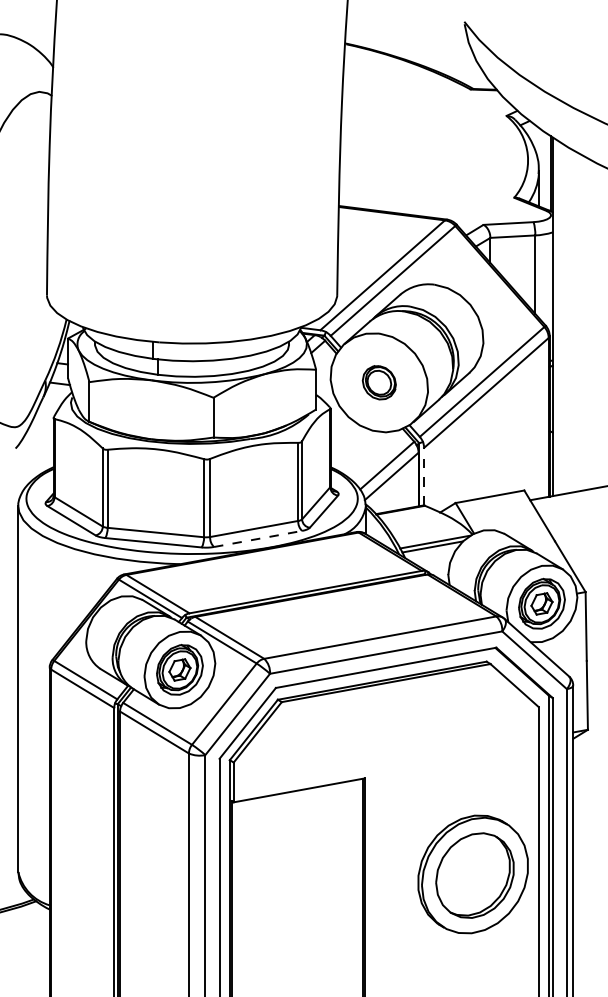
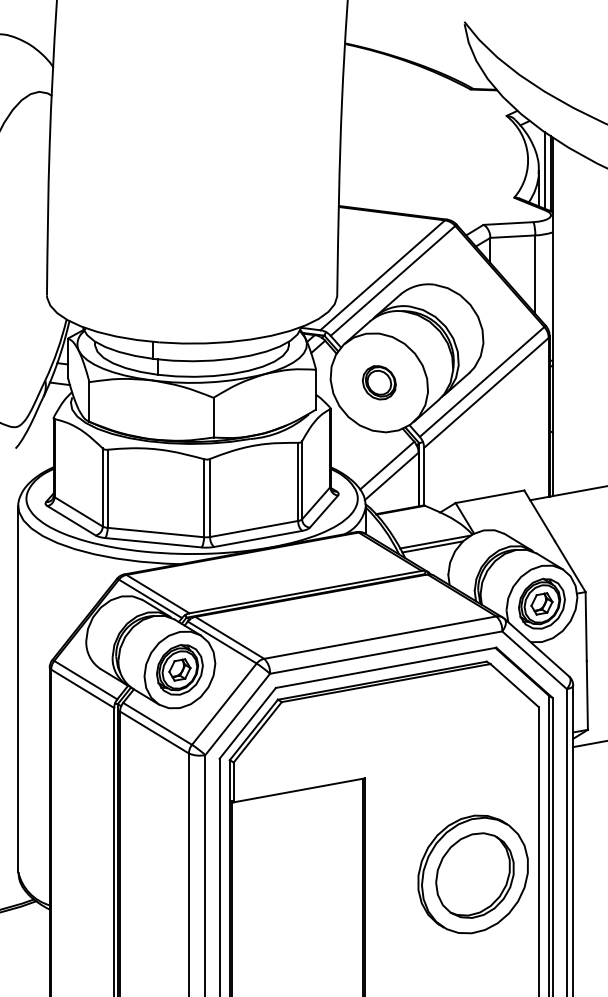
line at (544, 170): none -> present
line at (424, 476): dashed -> solid
line at (258, 538): dashed -> solid
line at (588, 744): none -> present
